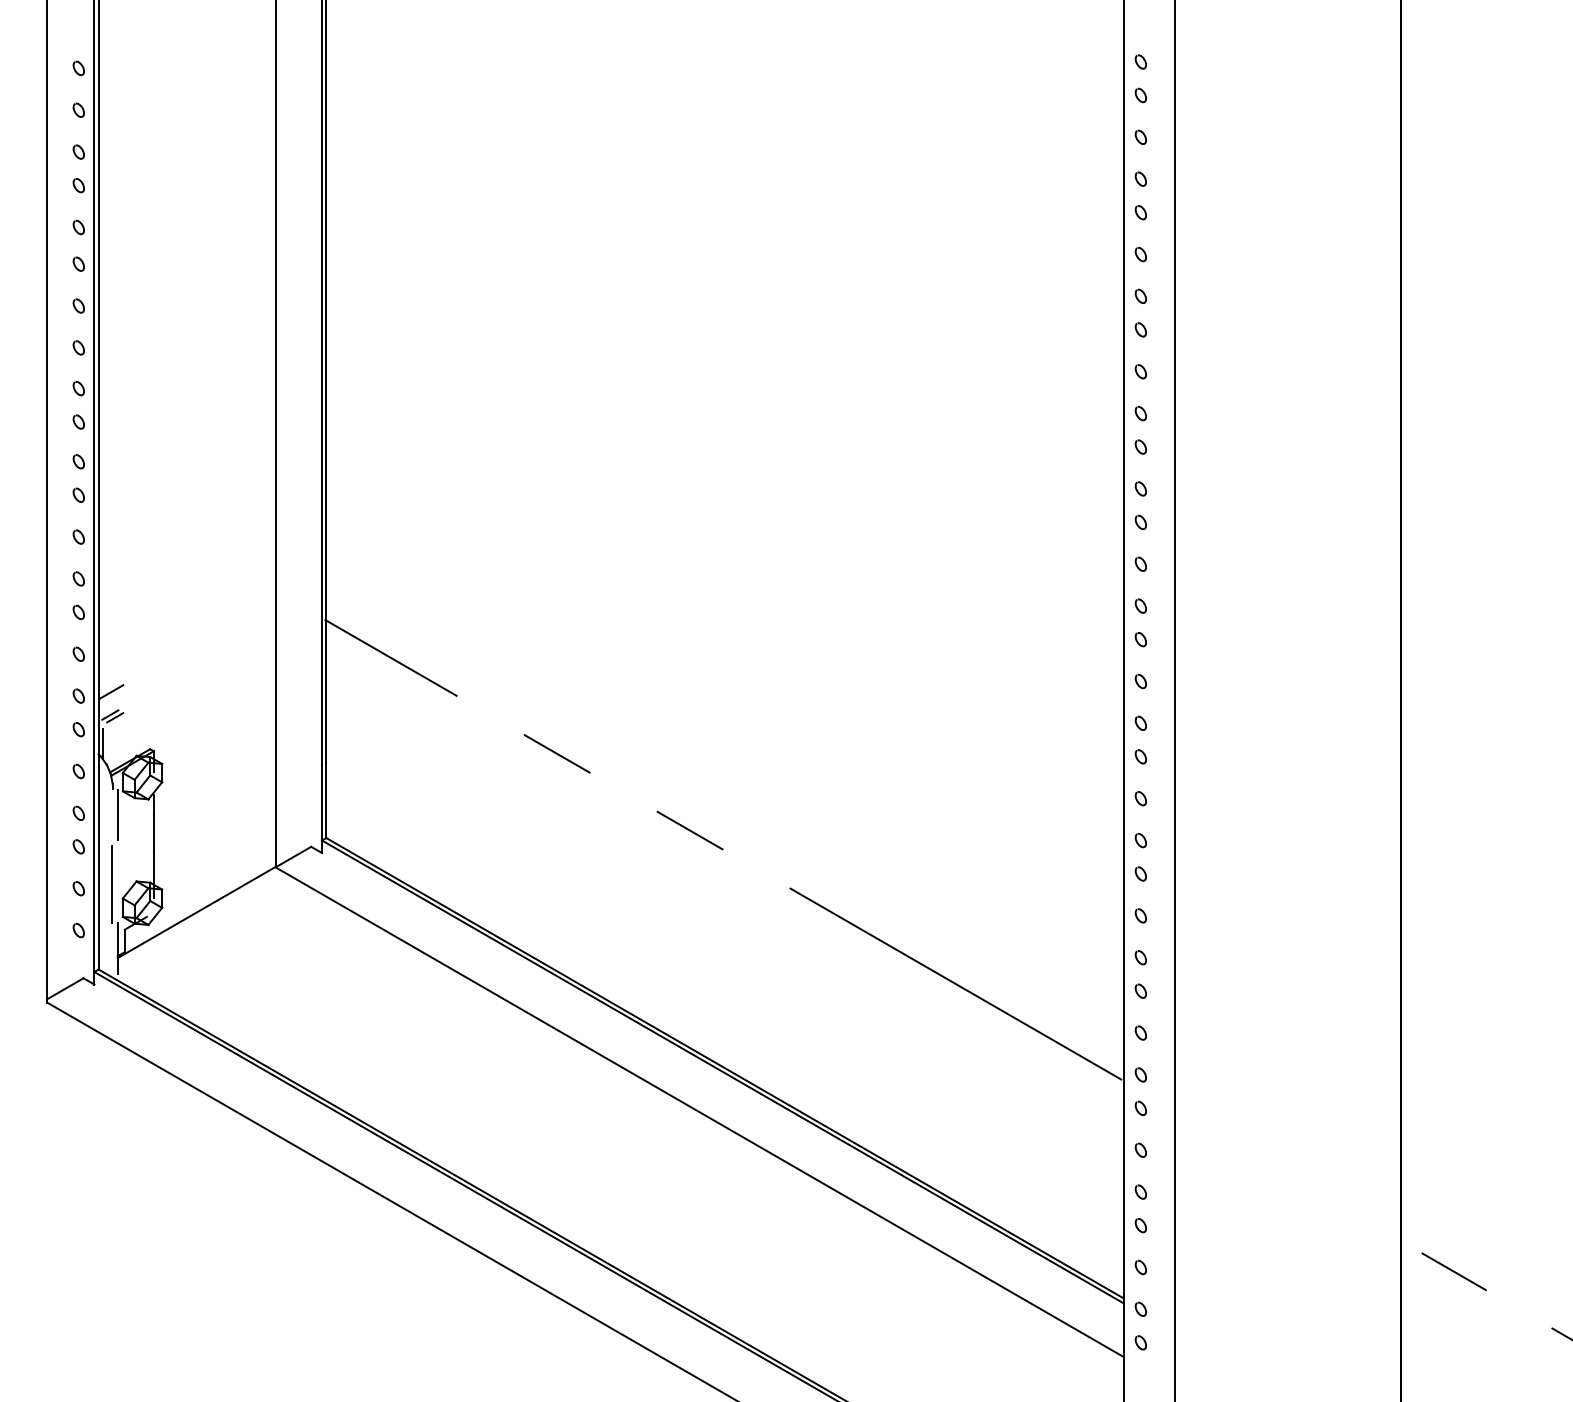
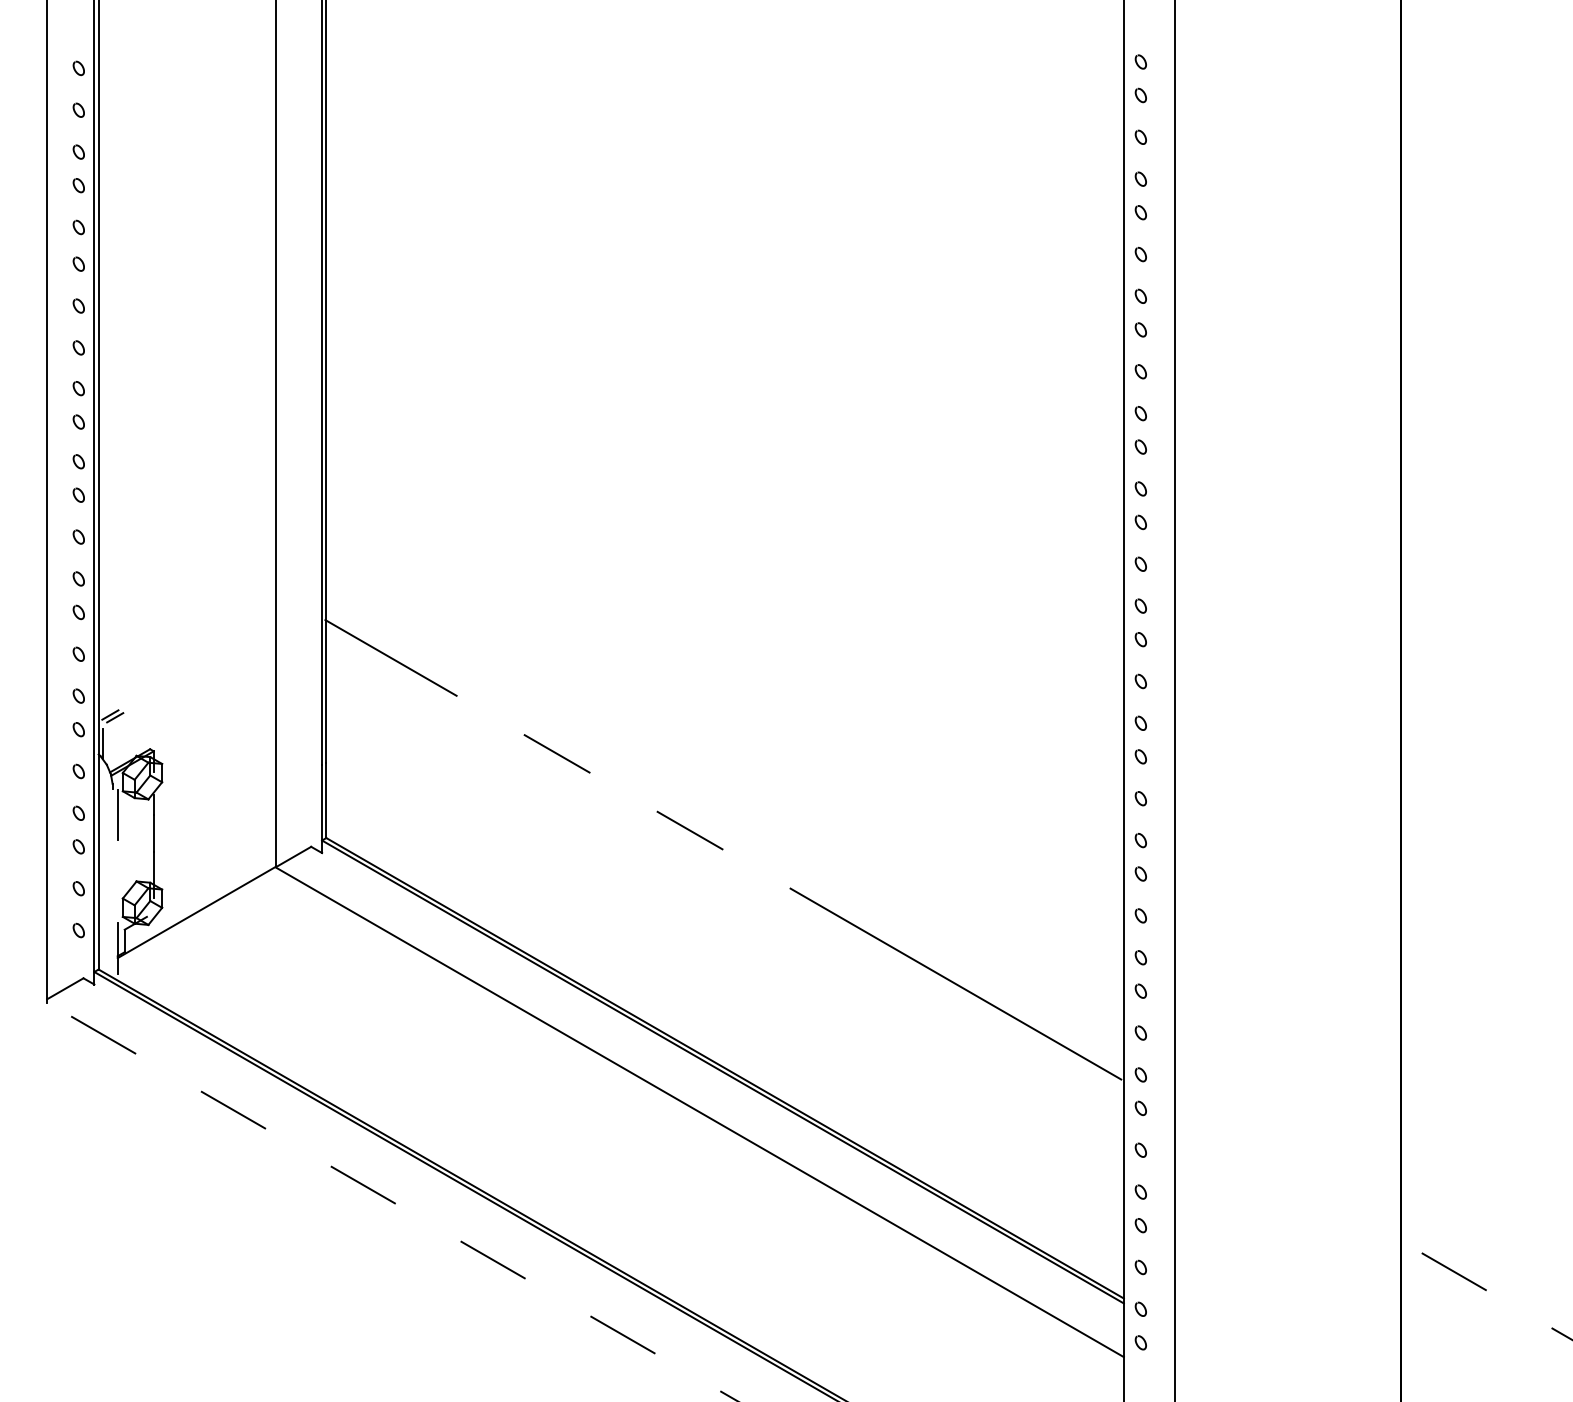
line at (111, 692): present -> none
line at (112, 884): present -> none
line at (392, 1202): solid -> dashed
